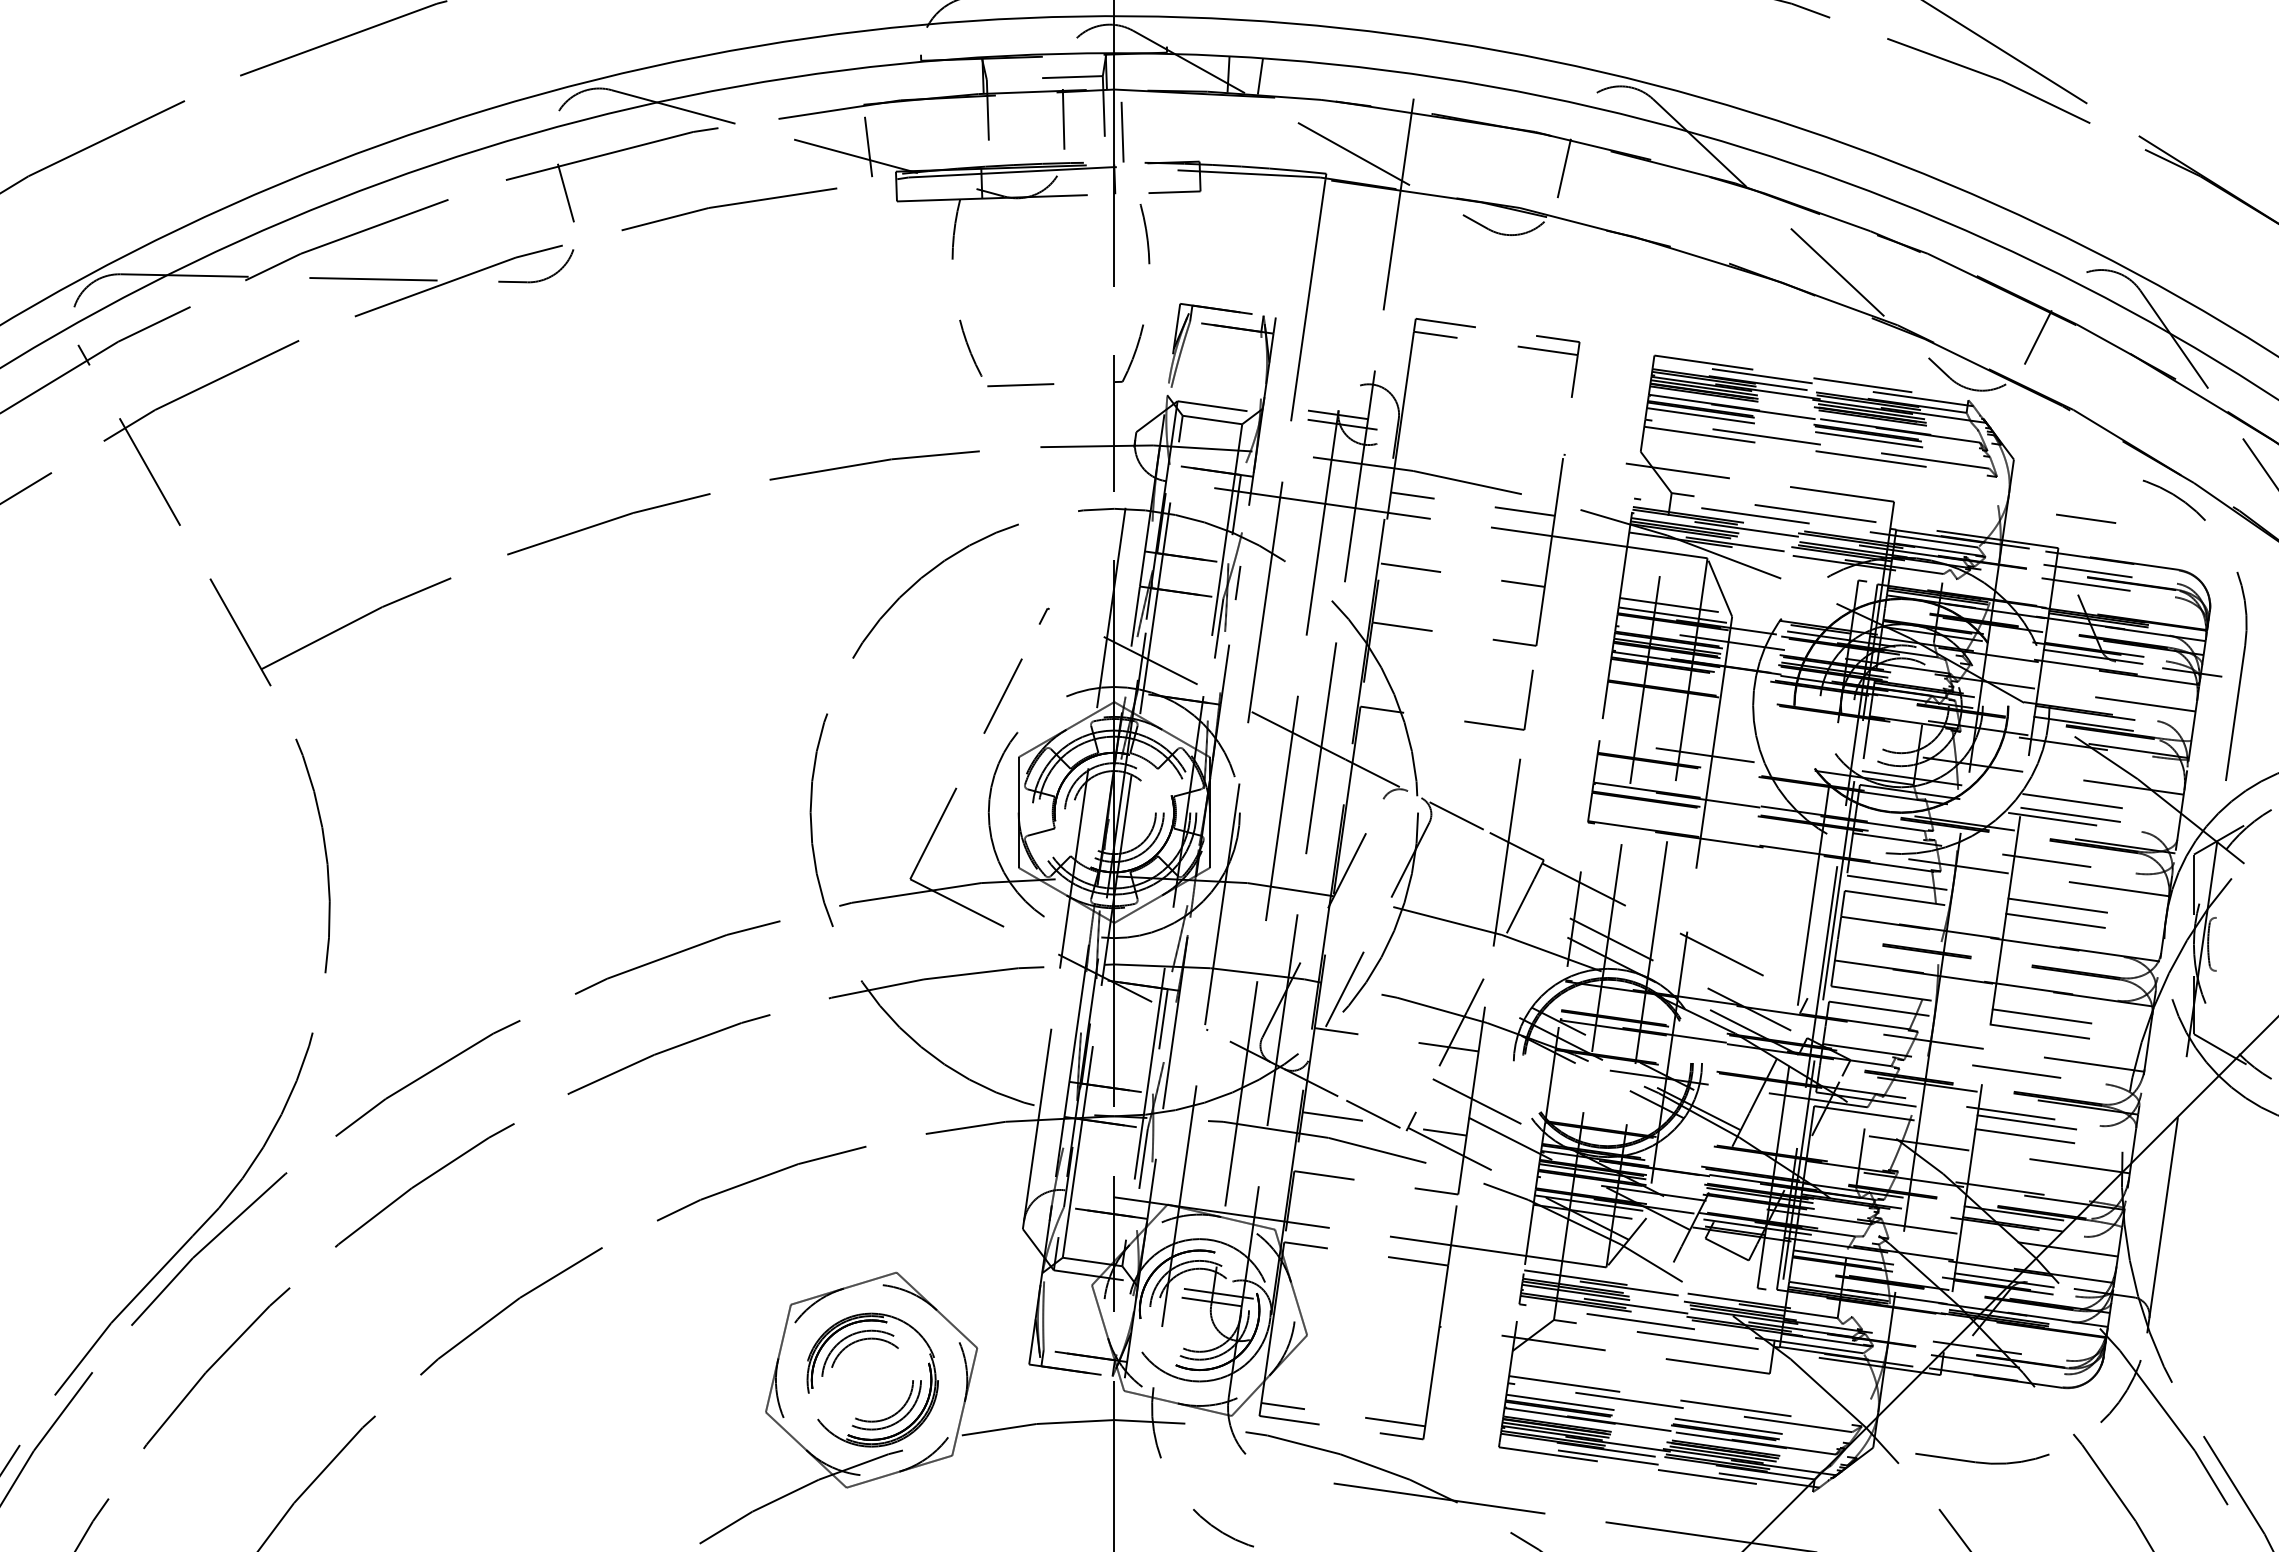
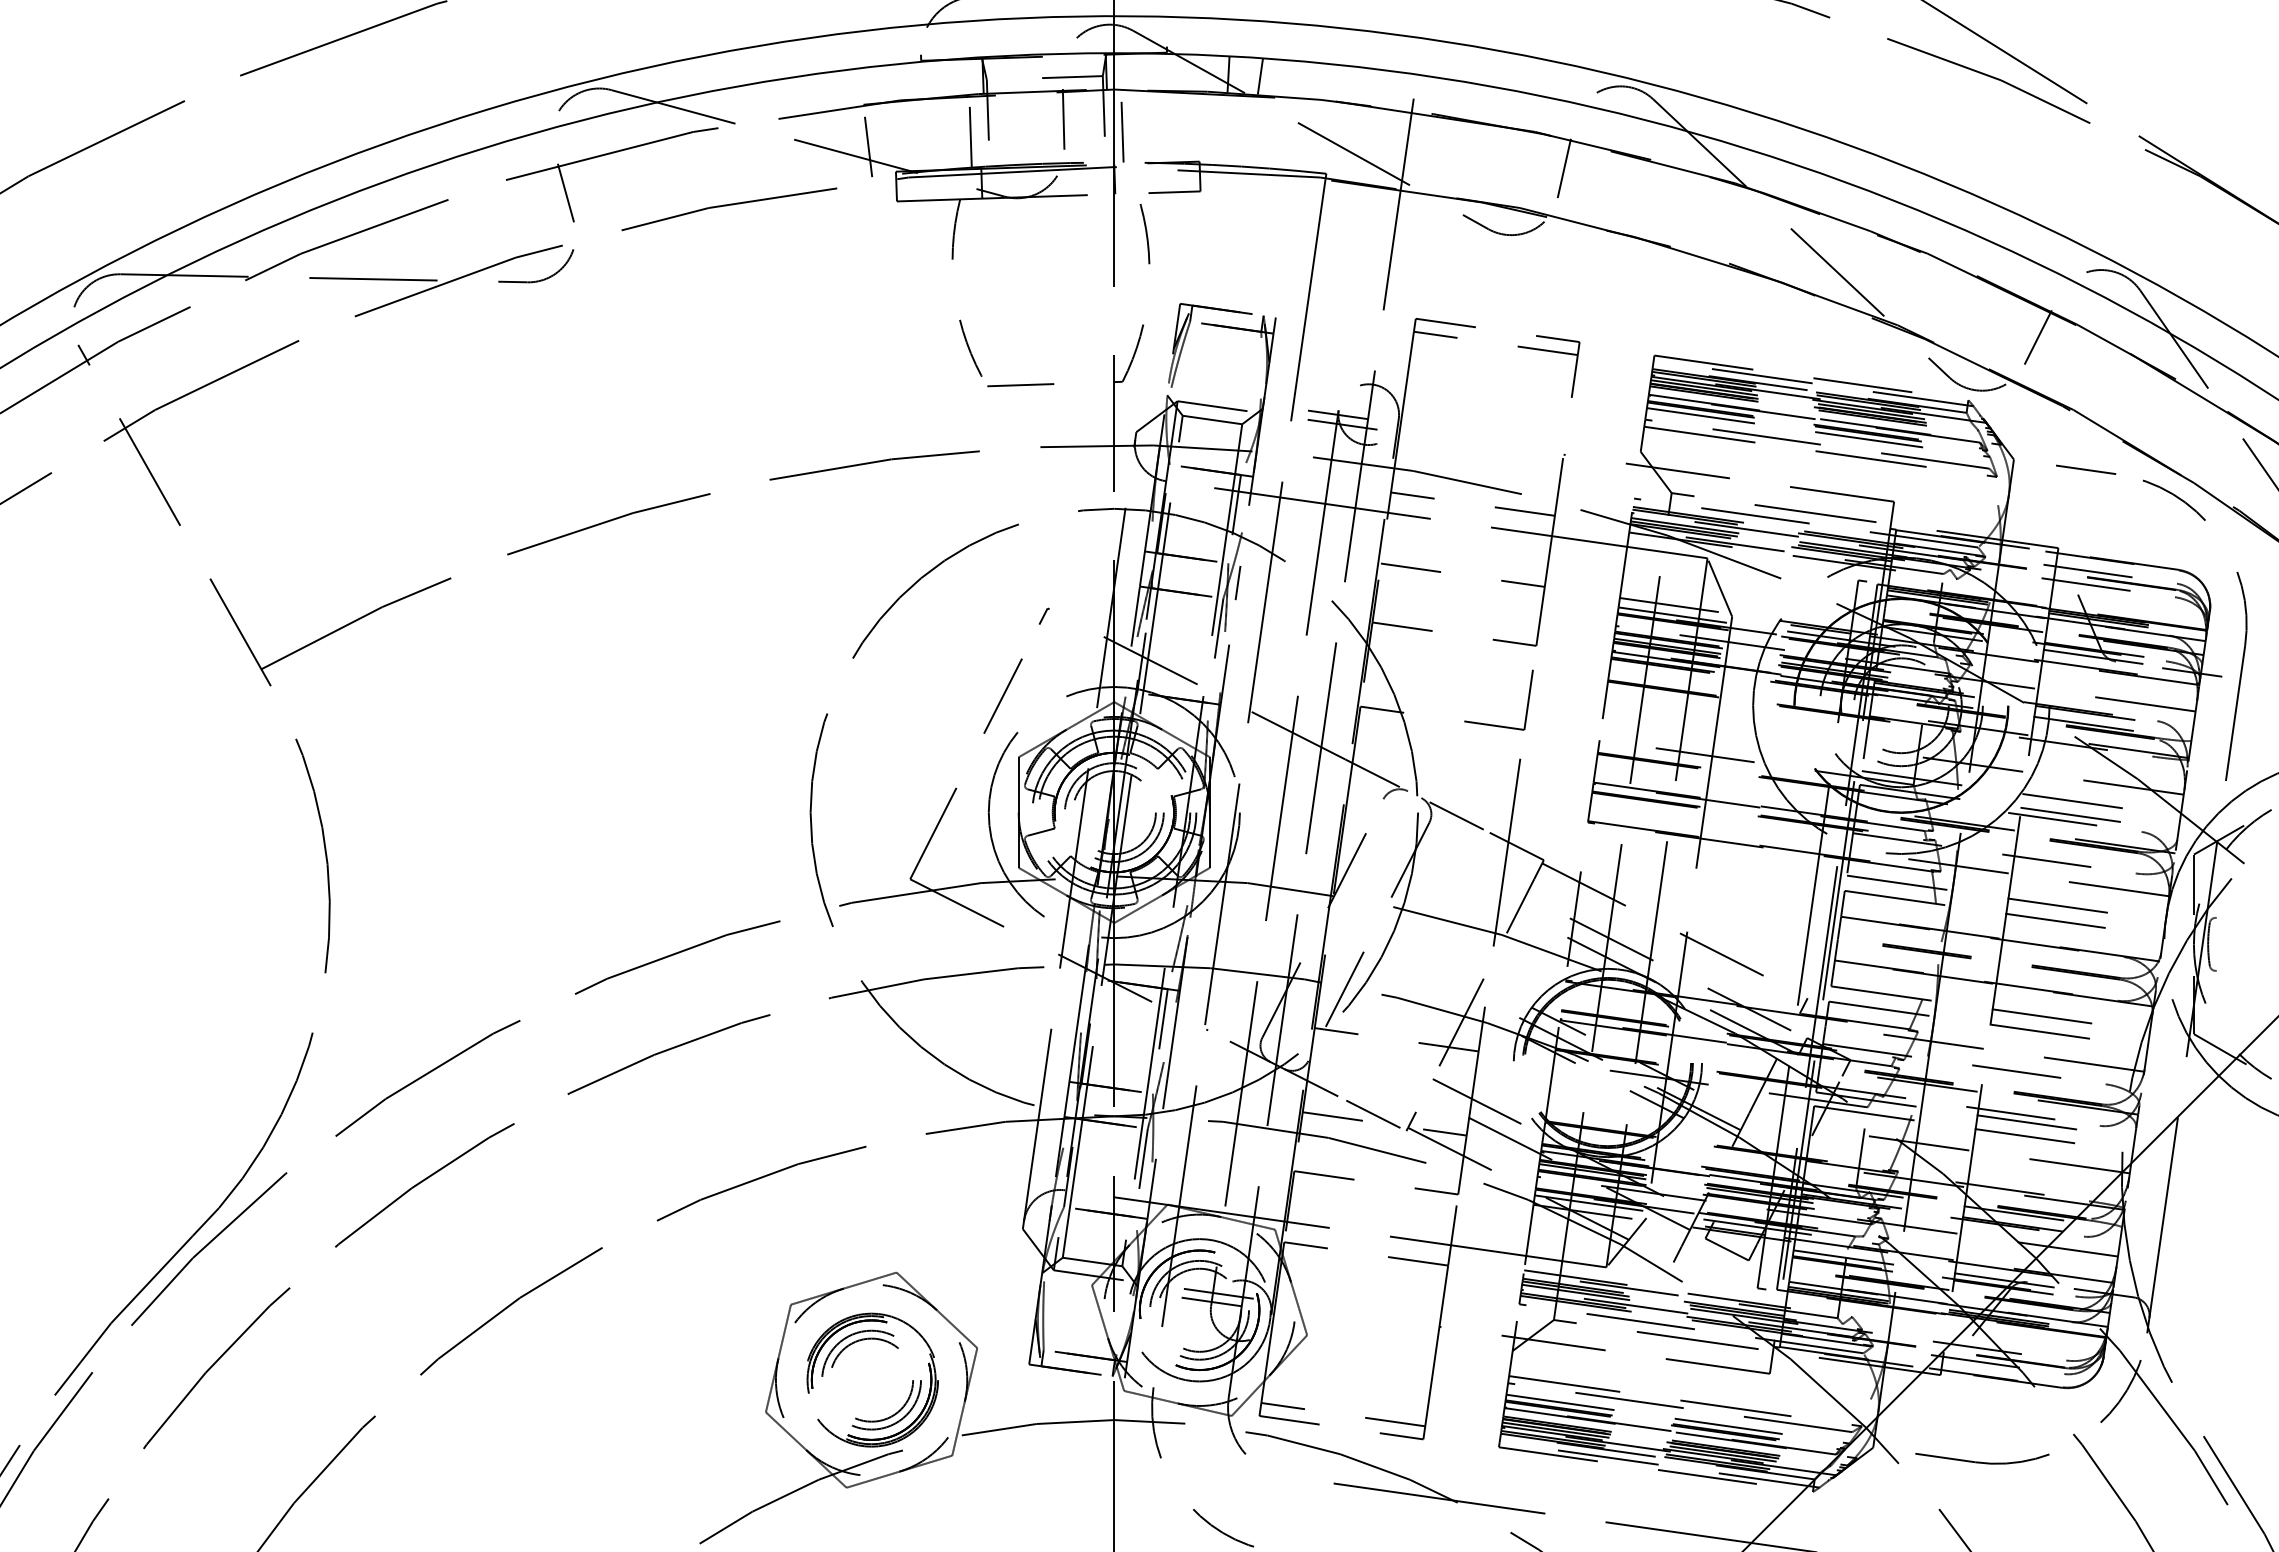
line at (970, 130): none -> present
line at (2086, 518) position: (2086, 518) -> (2086, 469)
